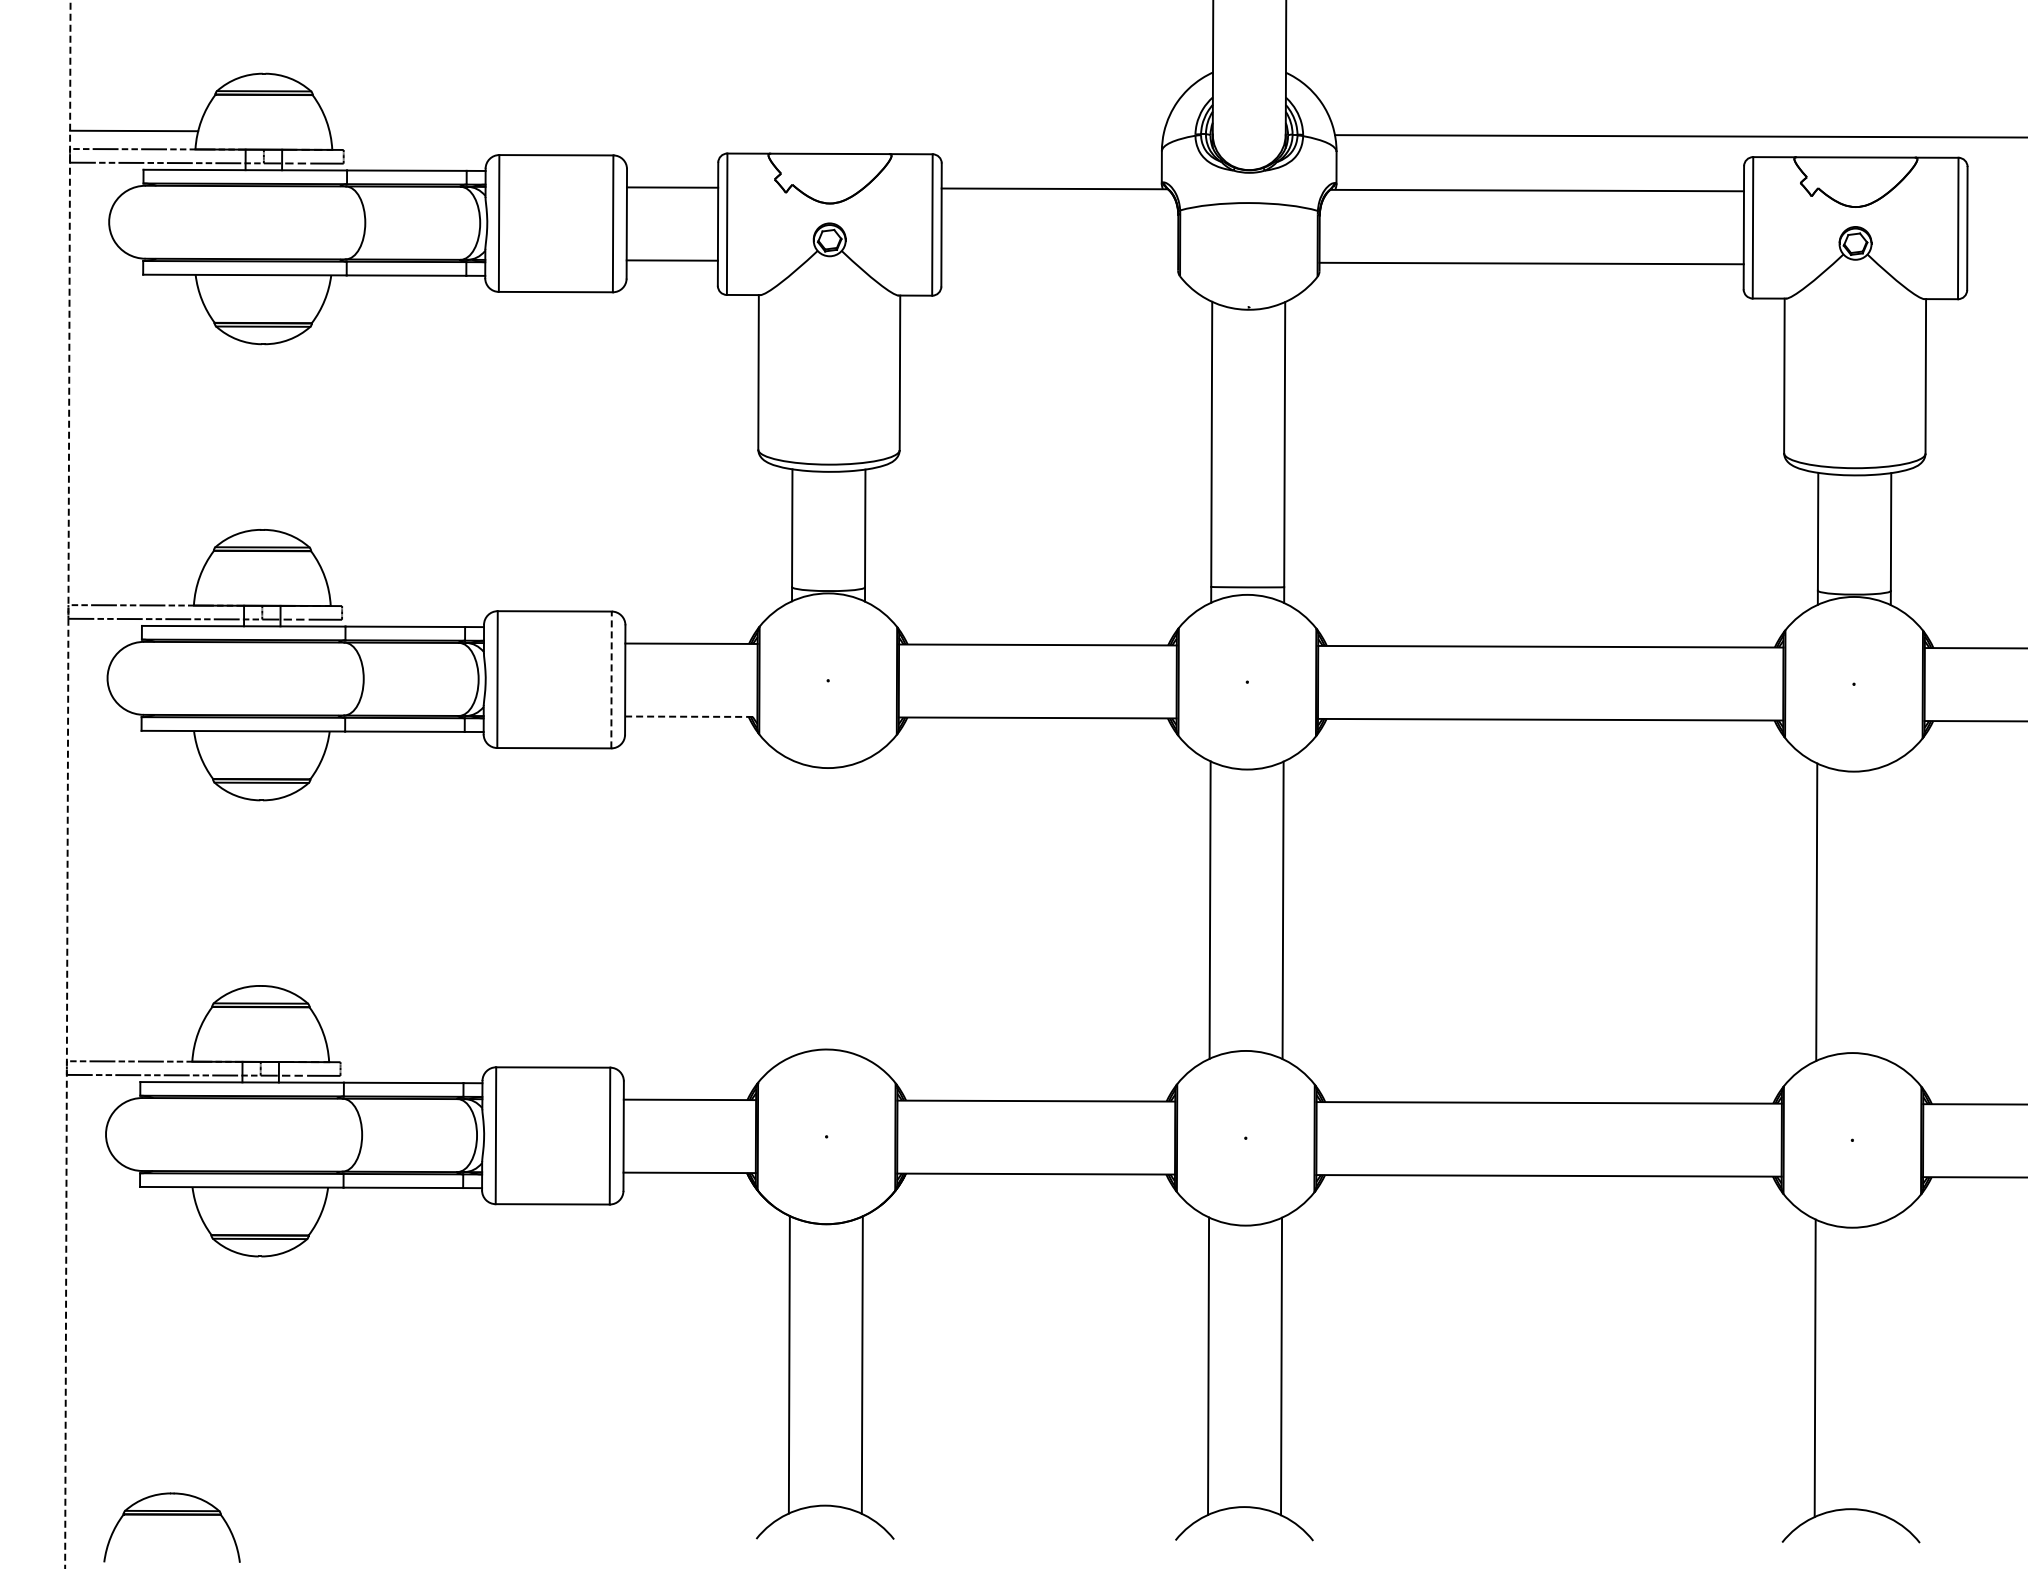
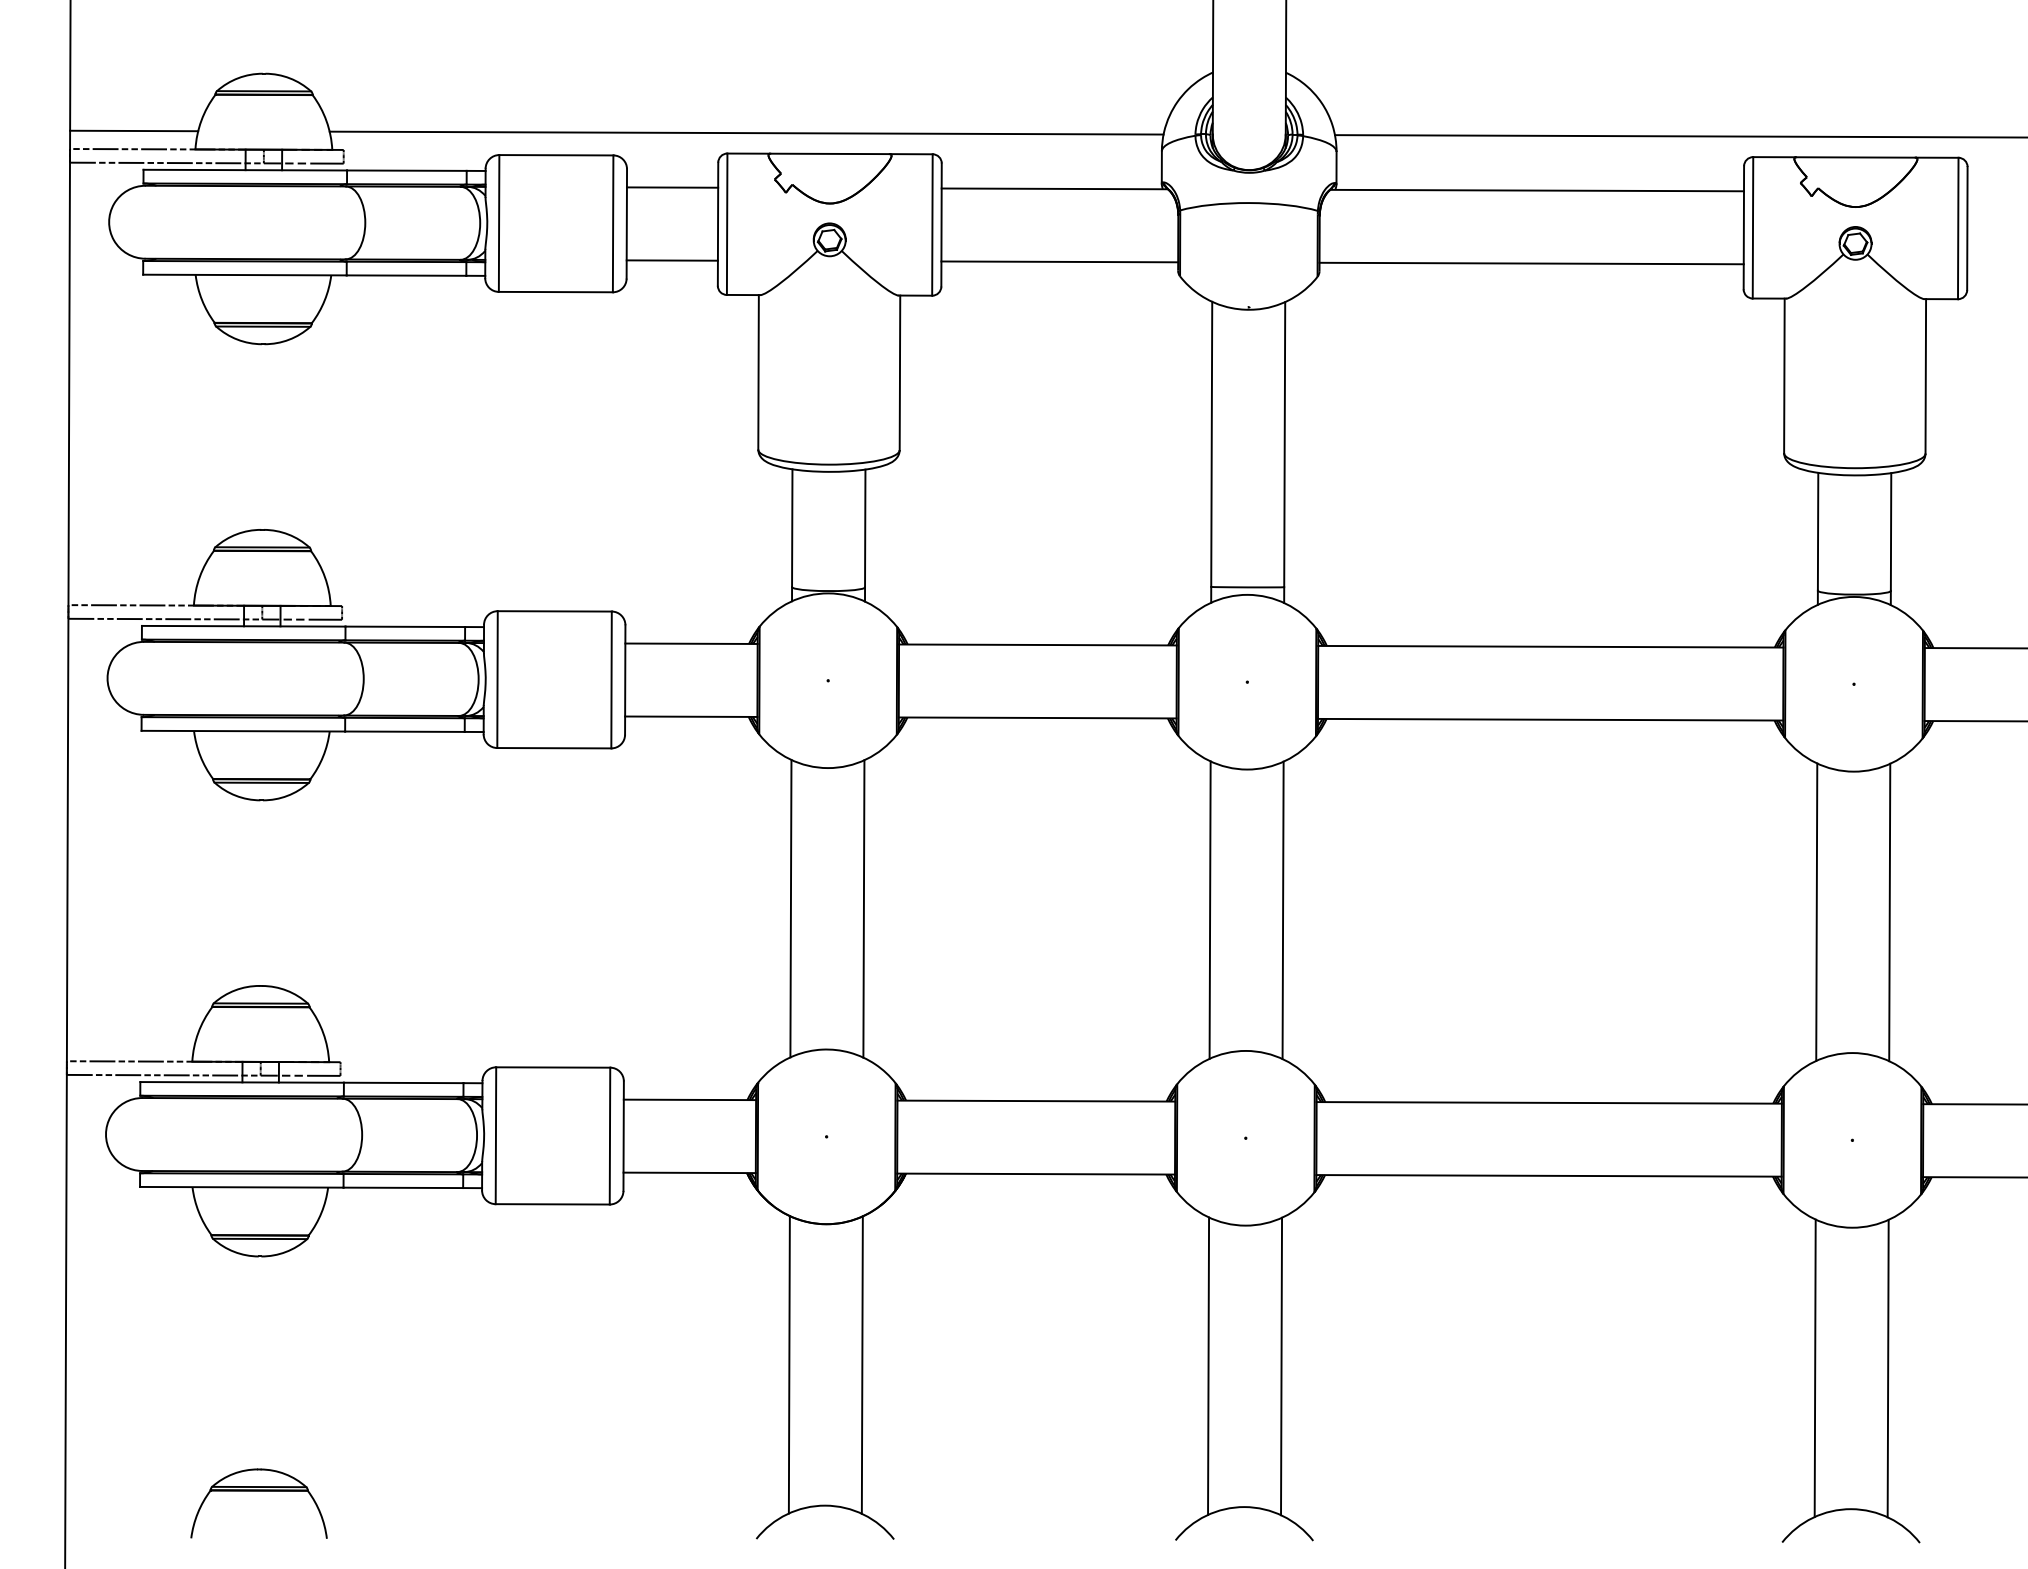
line at (746, 132): none -> present
line at (1059, 261): none -> present
line at (611, 679): dashed -> solid
line at (691, 716): dashed -> solid
line at (67, 784): dashed -> solid
line at (790, 908): none -> present
line at (863, 908): none -> present
line at (1889, 912): none -> present
line at (1887, 1368): none -> present
part at (171, 1515) position: (171, 1515) -> (258, 1491)
